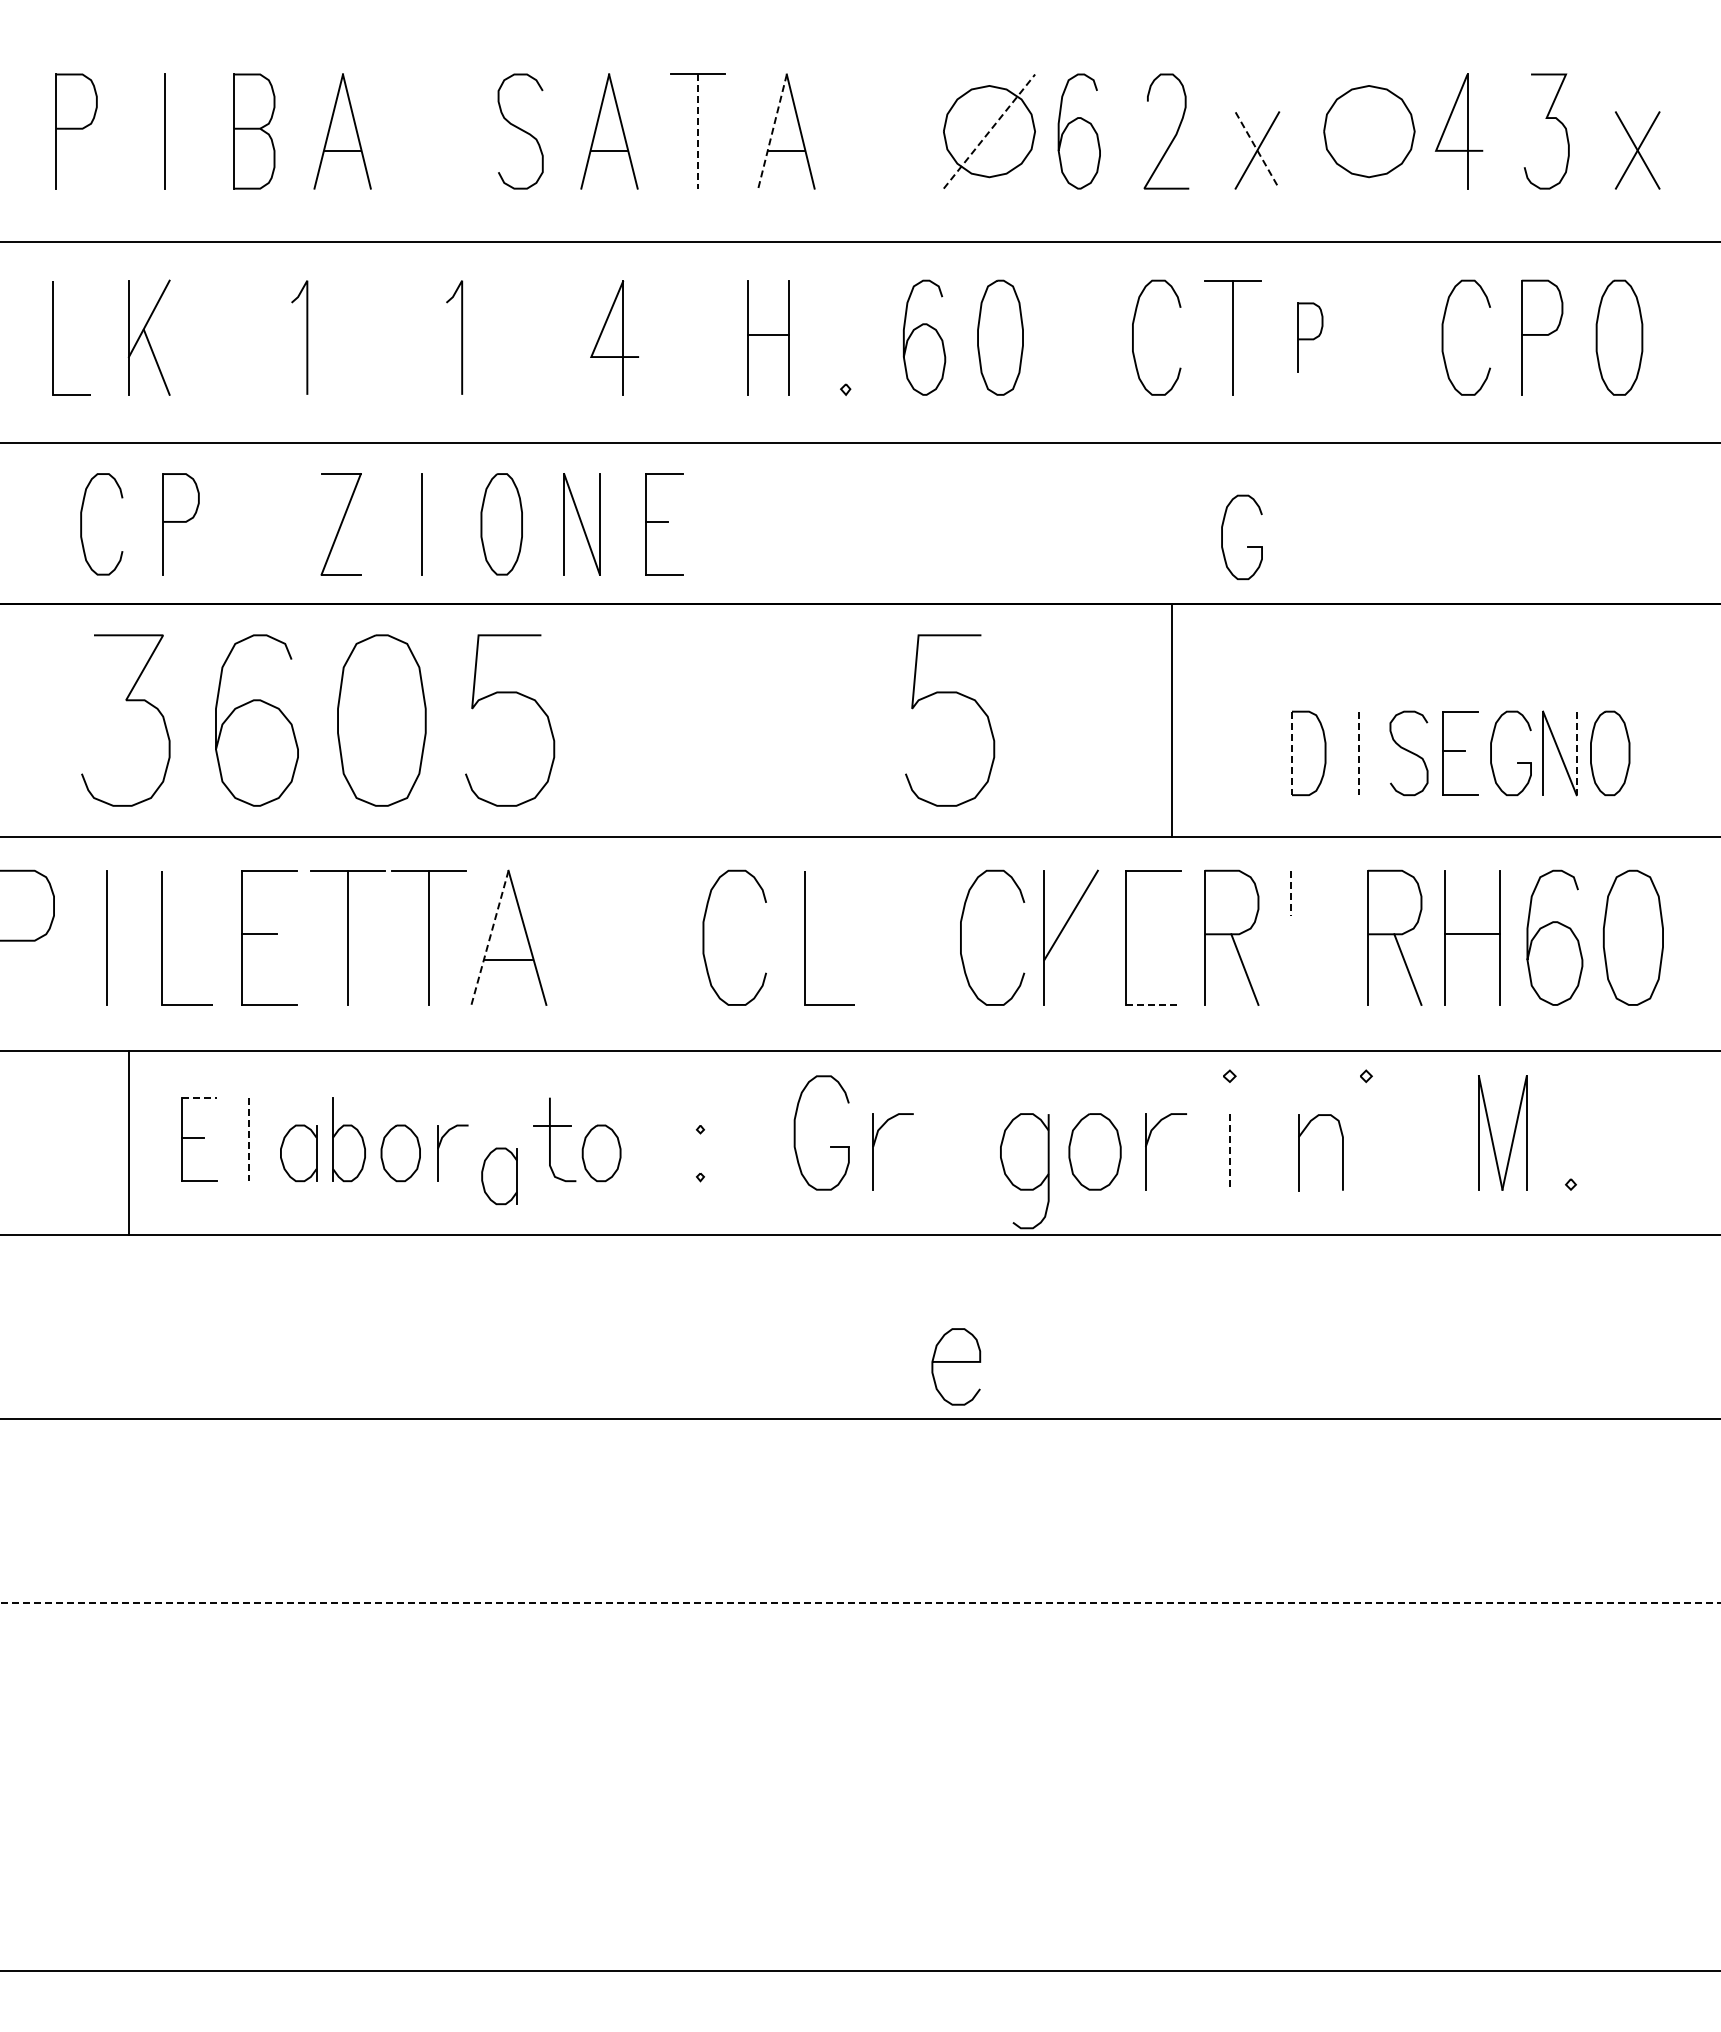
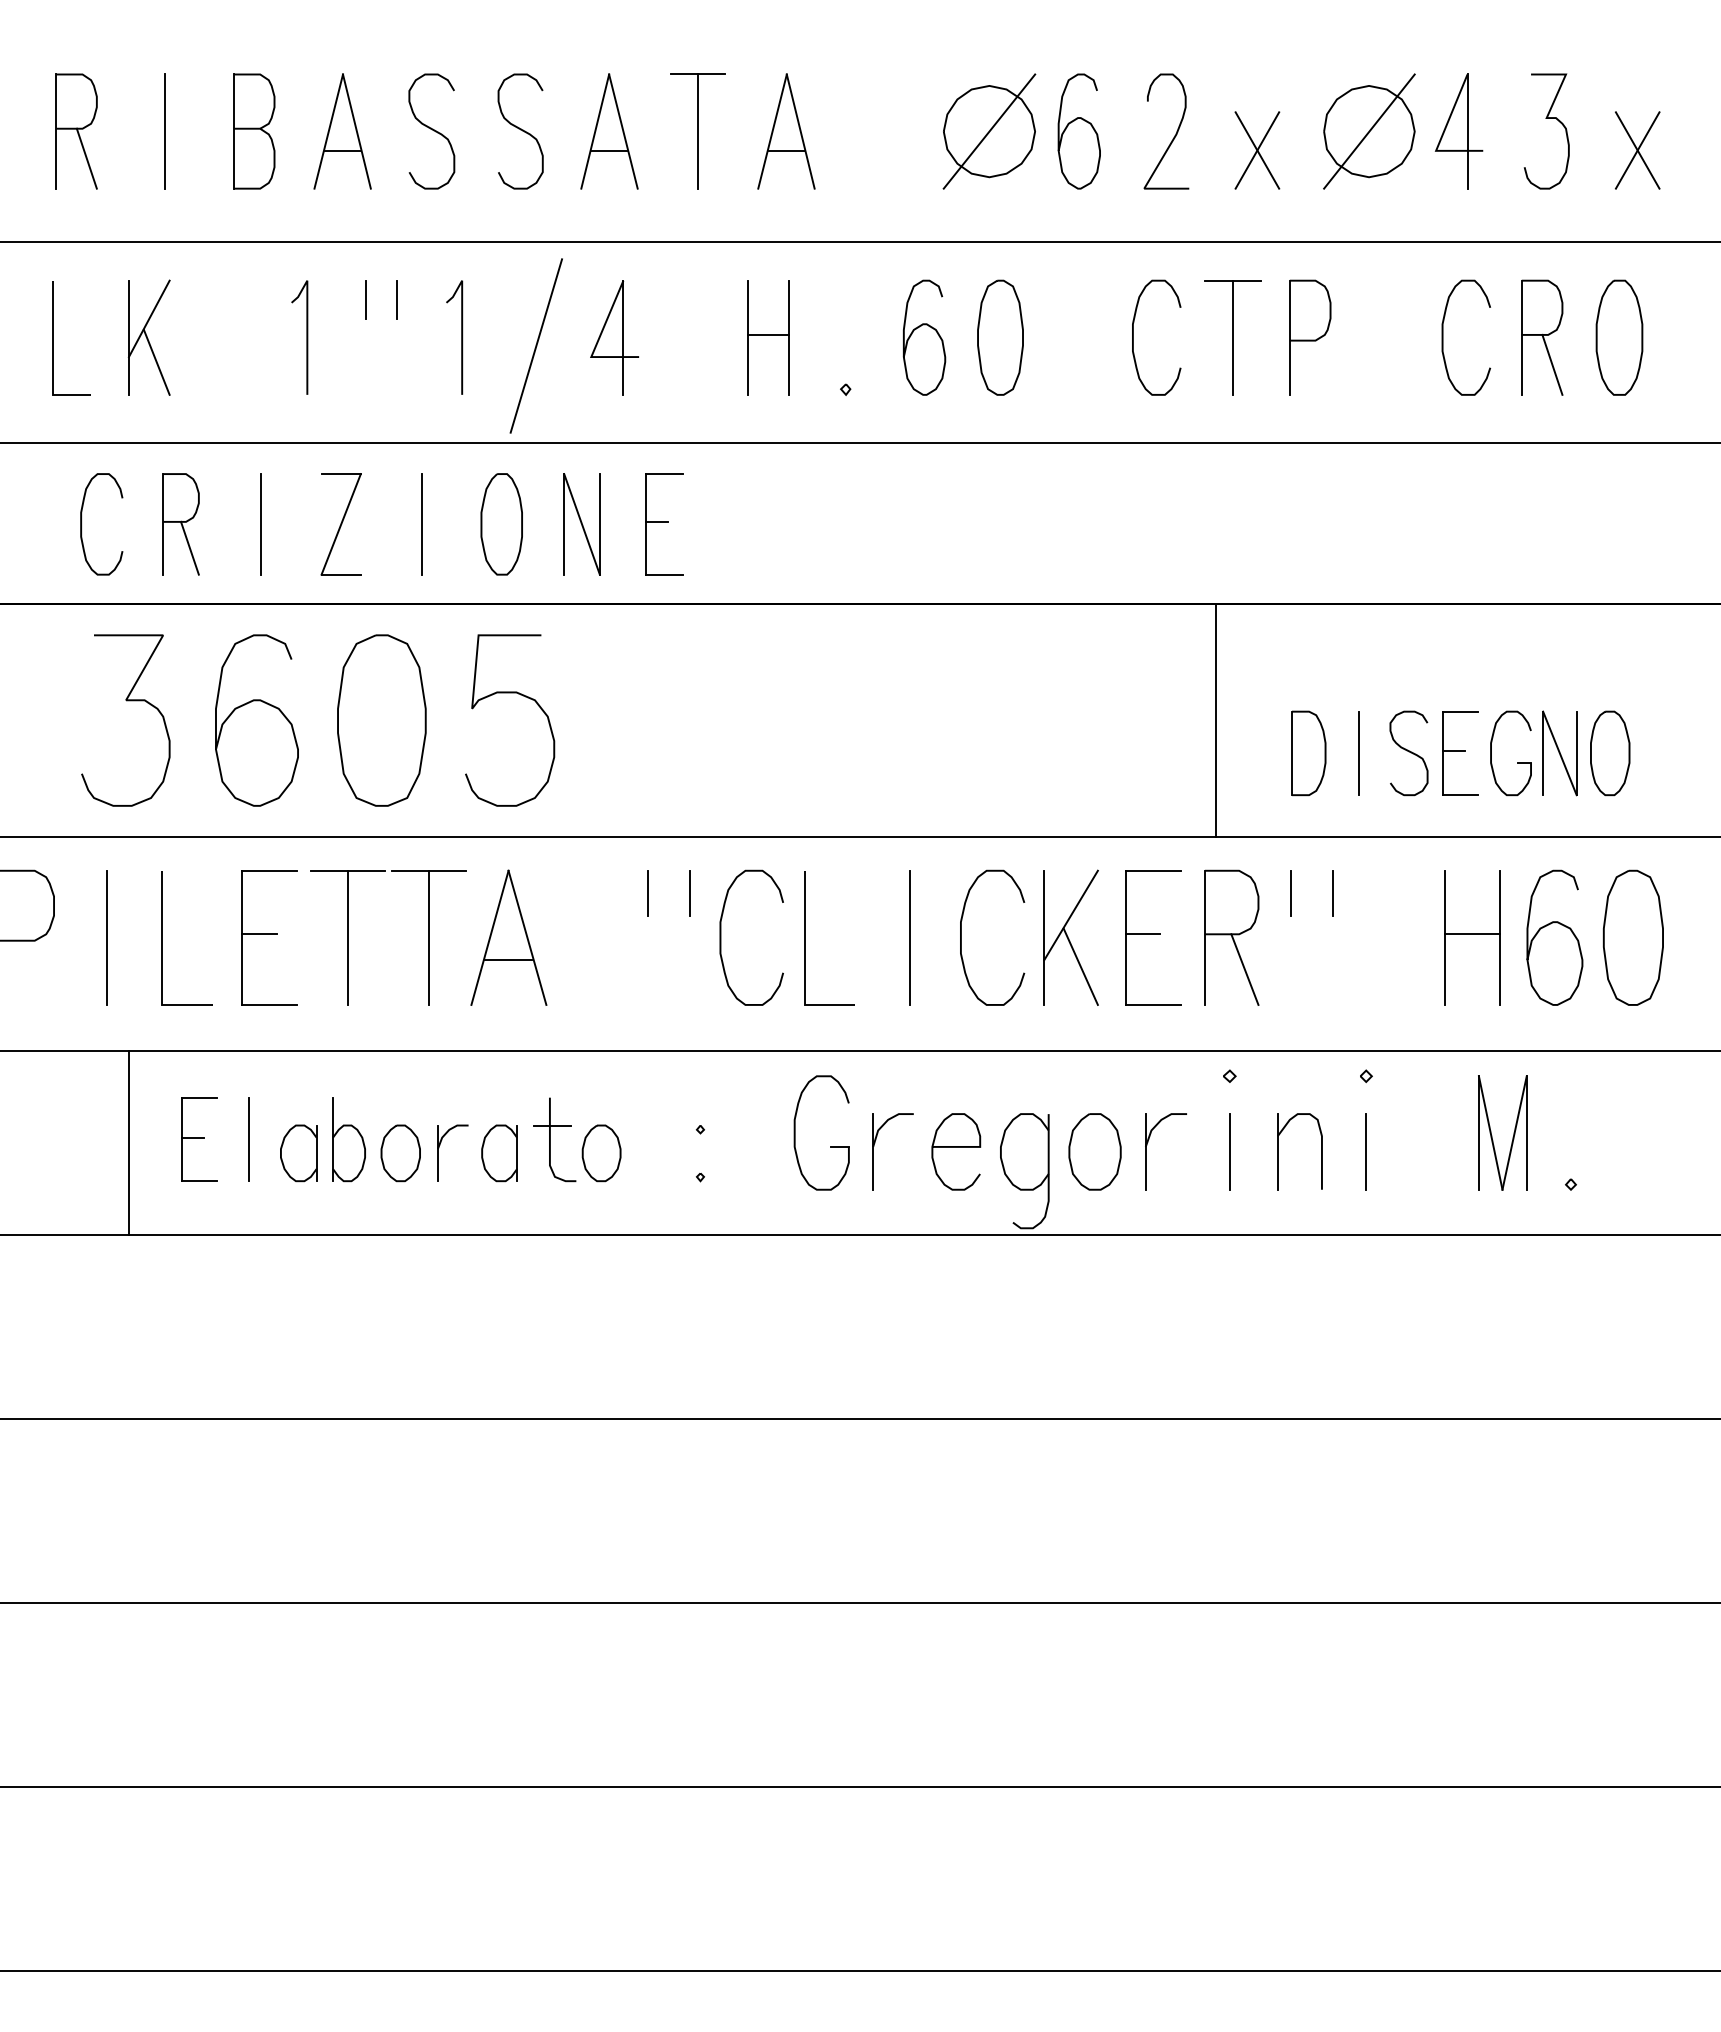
curve at (432, 130): none -> present
line at (772, 131): dashed -> solid
line at (989, 131): dashed -> solid
line at (1369, 131): none -> present
line at (697, 132): dashed -> solid
line at (1257, 150): dashed -> solid
line at (86, 158): none -> present
line at (365, 299): none -> present
line at (397, 299): none -> present
part at (1310, 337) size: 27x71 px -> 43x117 px
line at (536, 345): none -> present
line at (1552, 364): none -> present
line at (260, 524): none -> present
part at (1248, 546): present -> none
line at (189, 547): none -> present
curve at (960, 695): present -> none
line at (1171, 720) position: (1171, 720) -> (1215, 720)
line at (1292, 753): dashed -> solid
line at (1359, 753): dashed -> solid
line at (1576, 753): dashed -> solid
line at (648, 892): none -> present
line at (690, 892): none -> present
line at (1333, 892): none -> present
line at (1290, 893): dashed -> solid
line at (1142, 934): none -> present
line at (490, 937): dashed -> solid
curve at (704, 937) position: (704, 937) -> (721, 937)
line at (910, 937): none -> present
part at (1394, 937): present -> none
line at (1080, 966): none -> present
line at (1153, 1004): dashed -> solid
line at (200, 1097): dashed -> solid
line at (248, 1139): dashed -> solid
line at (1229, 1151): dashed -> solid
line at (1366, 1151): none -> present
part at (1299, 1152) position: (1299, 1152) -> (1278, 1151)
part at (499, 1176) position: (499, 1176) -> (499, 1153)
curve at (956, 1362) position: (956, 1362) -> (956, 1147)
line at (860, 1602): dashed -> solid
line at (859, 1786): none -> present
